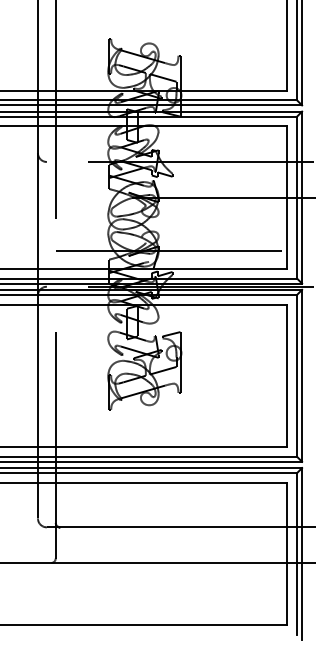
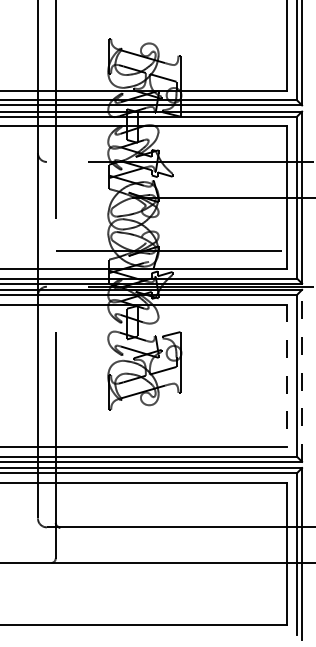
line at (302, 375): solid -> dashed
line at (287, 376): solid -> dashed
